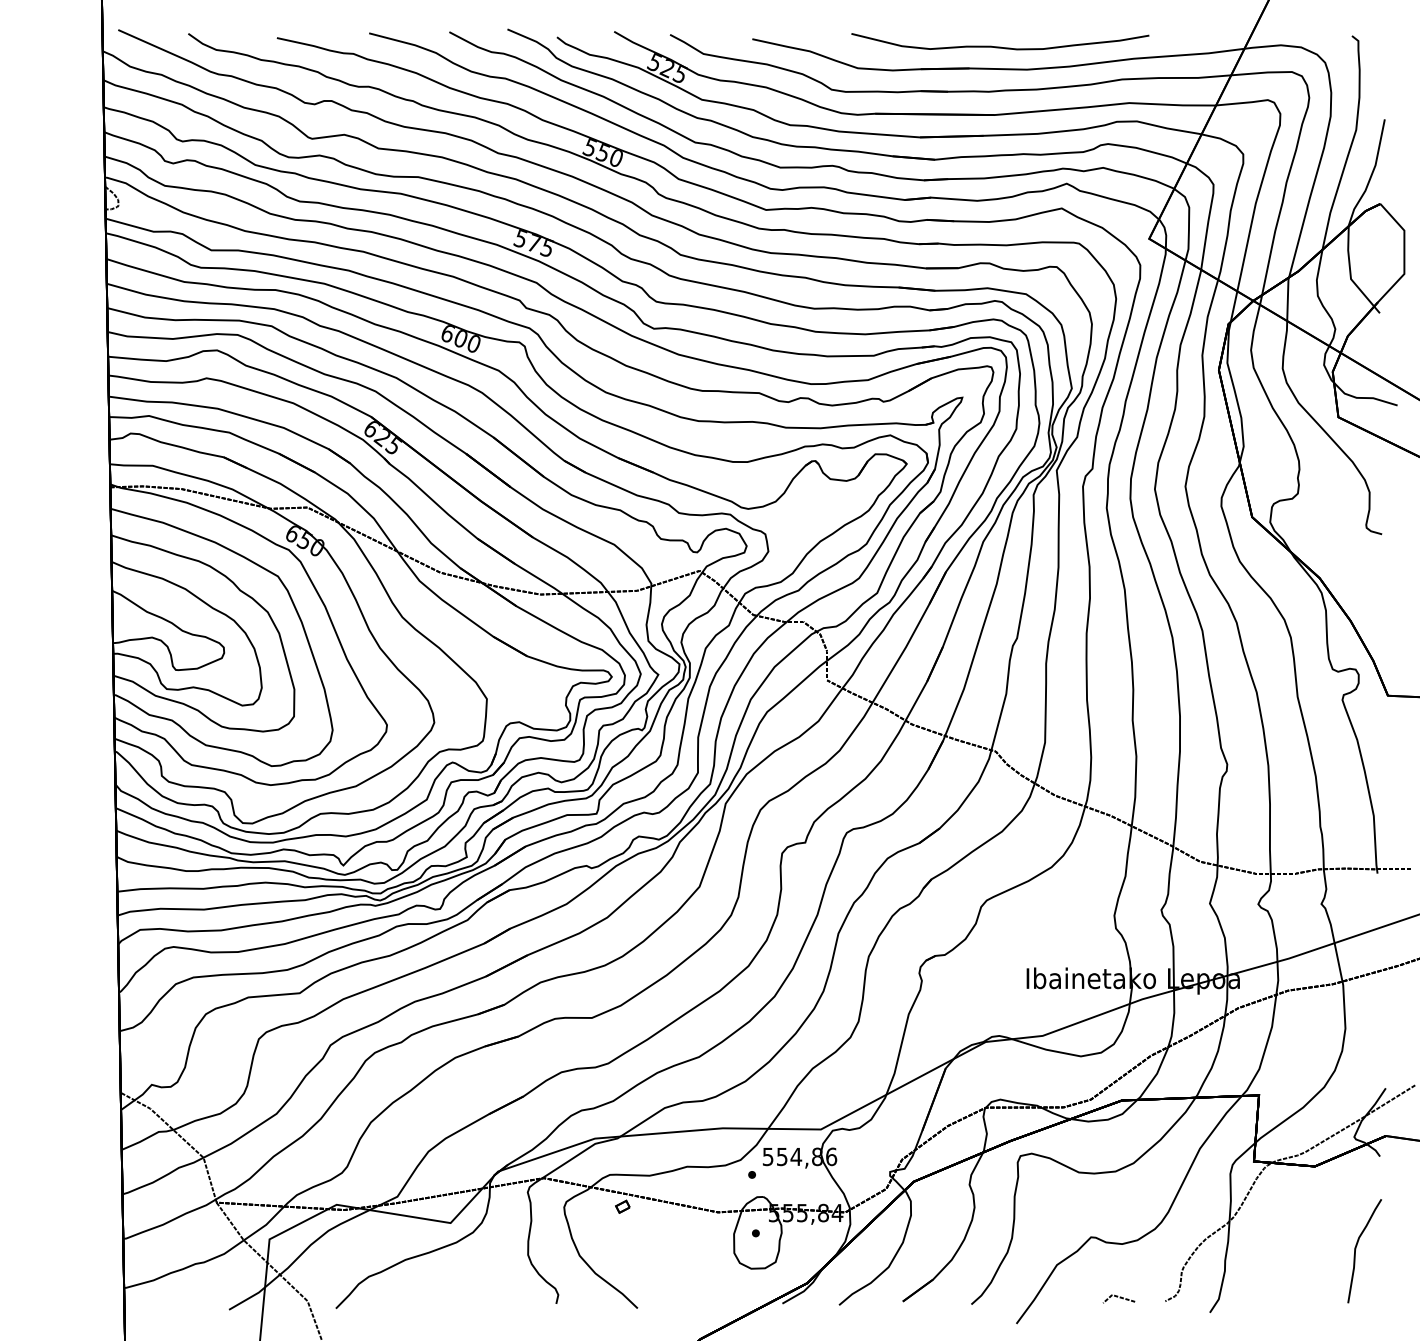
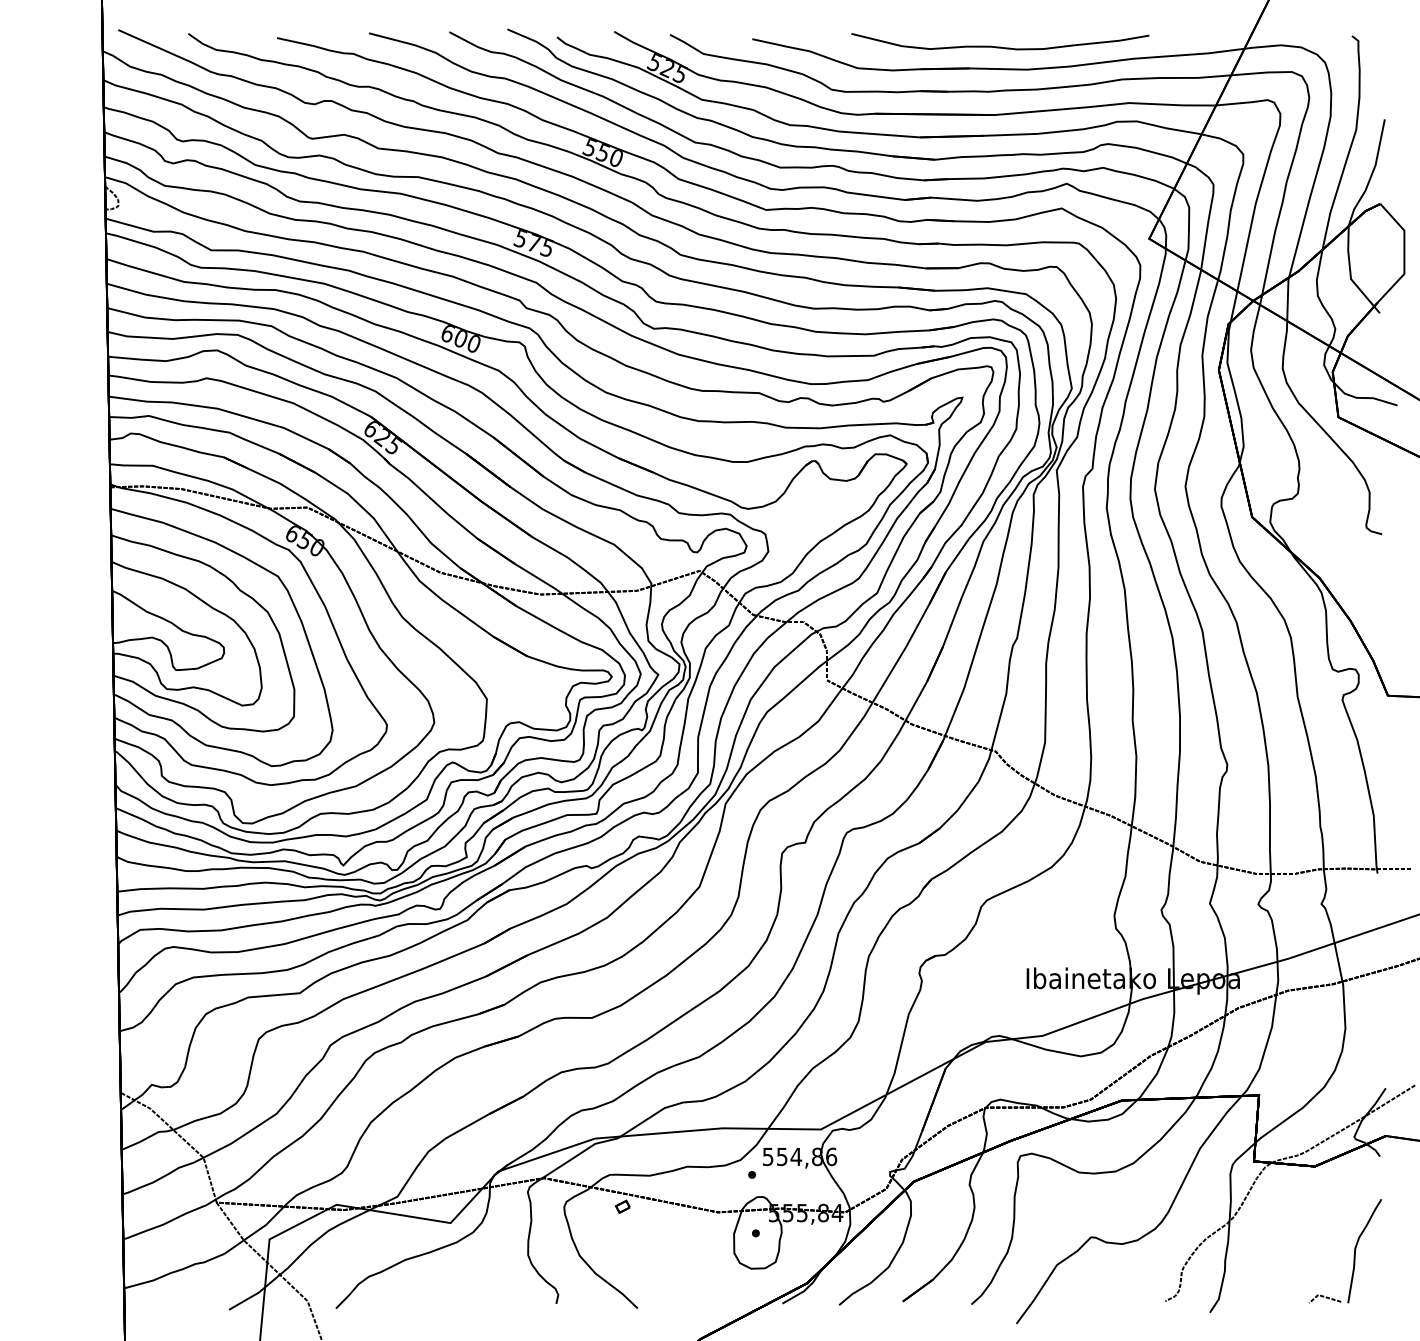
line at (1119, 1298) position: (1119, 1298) -> (1325, 1298)
